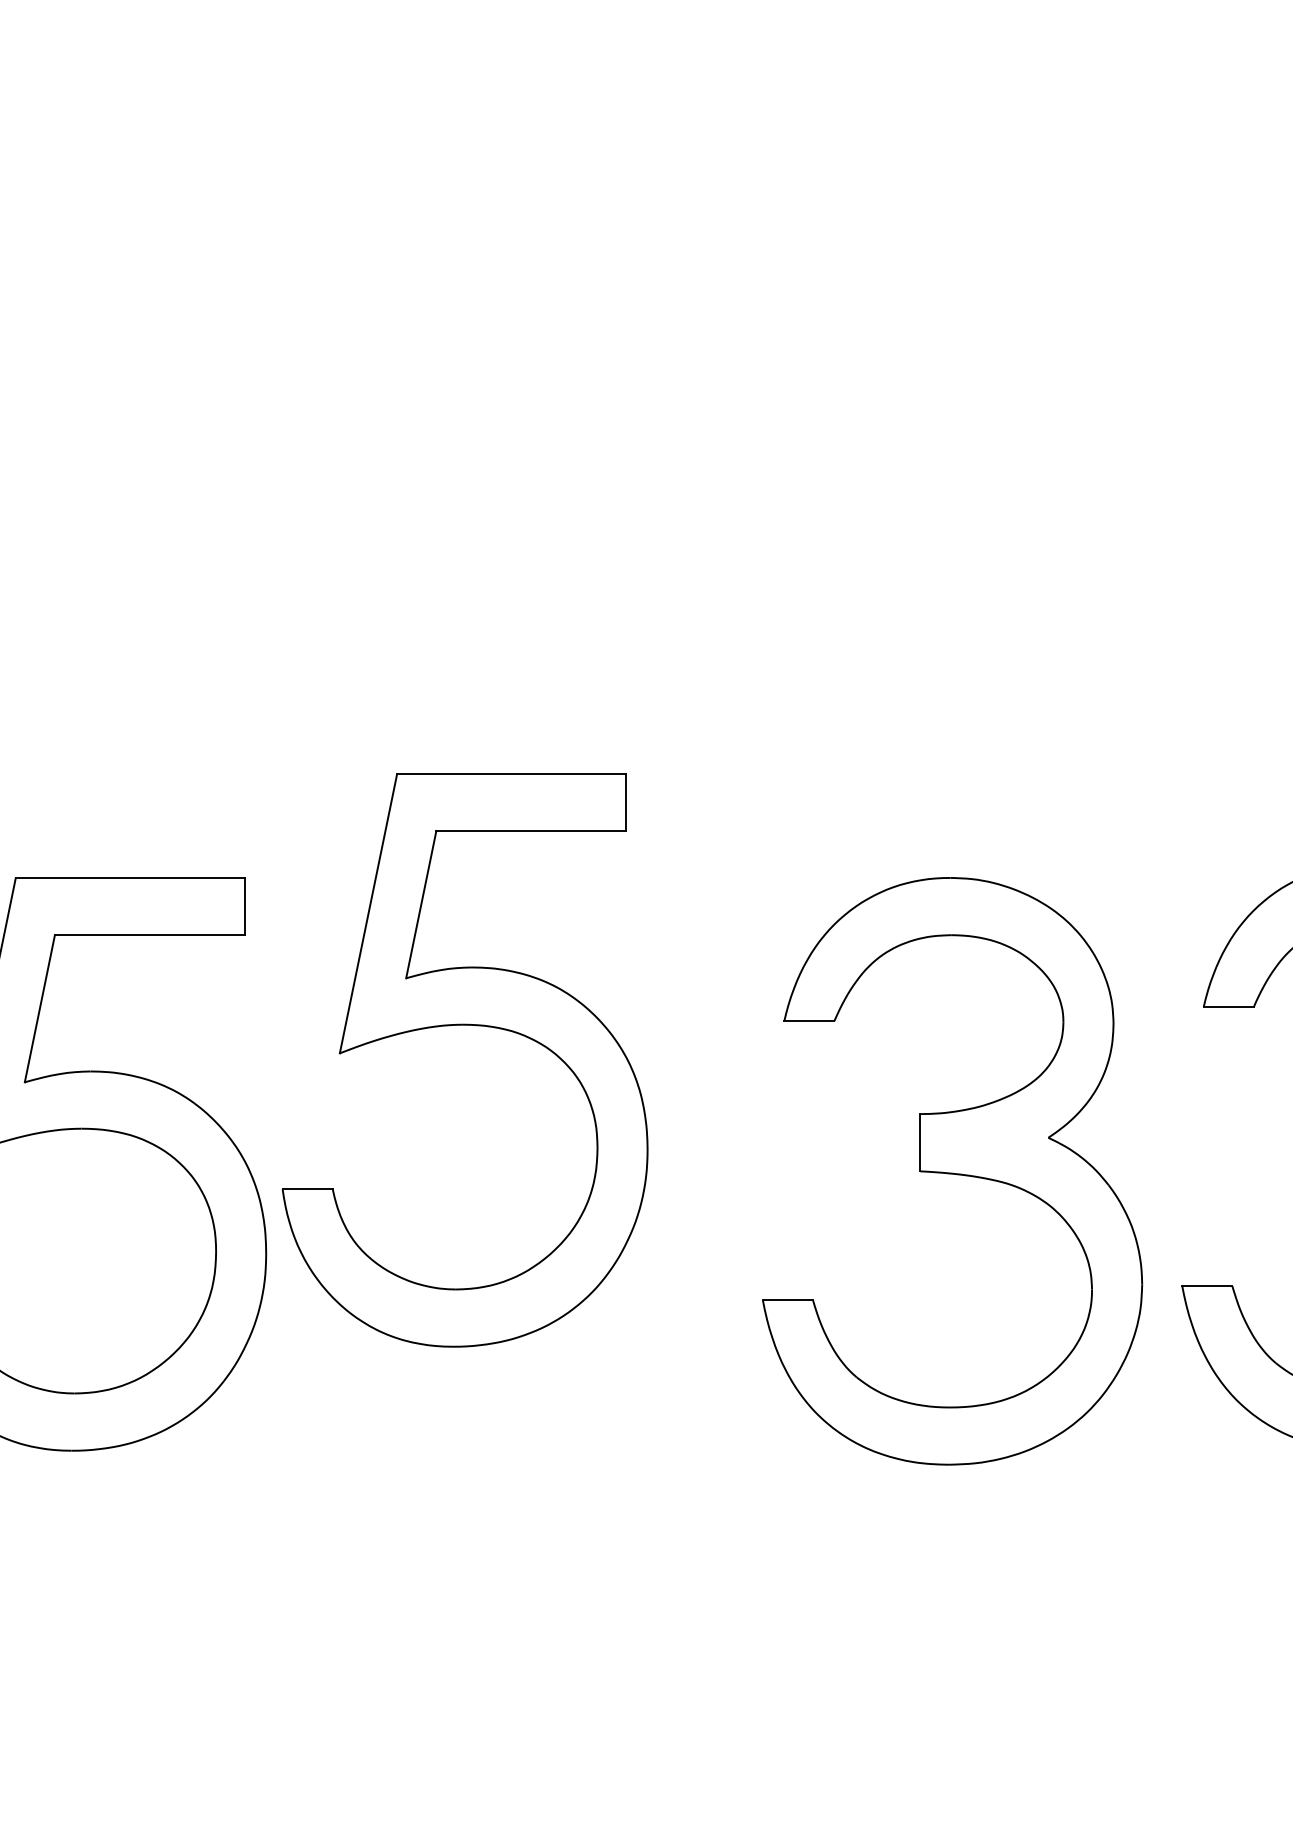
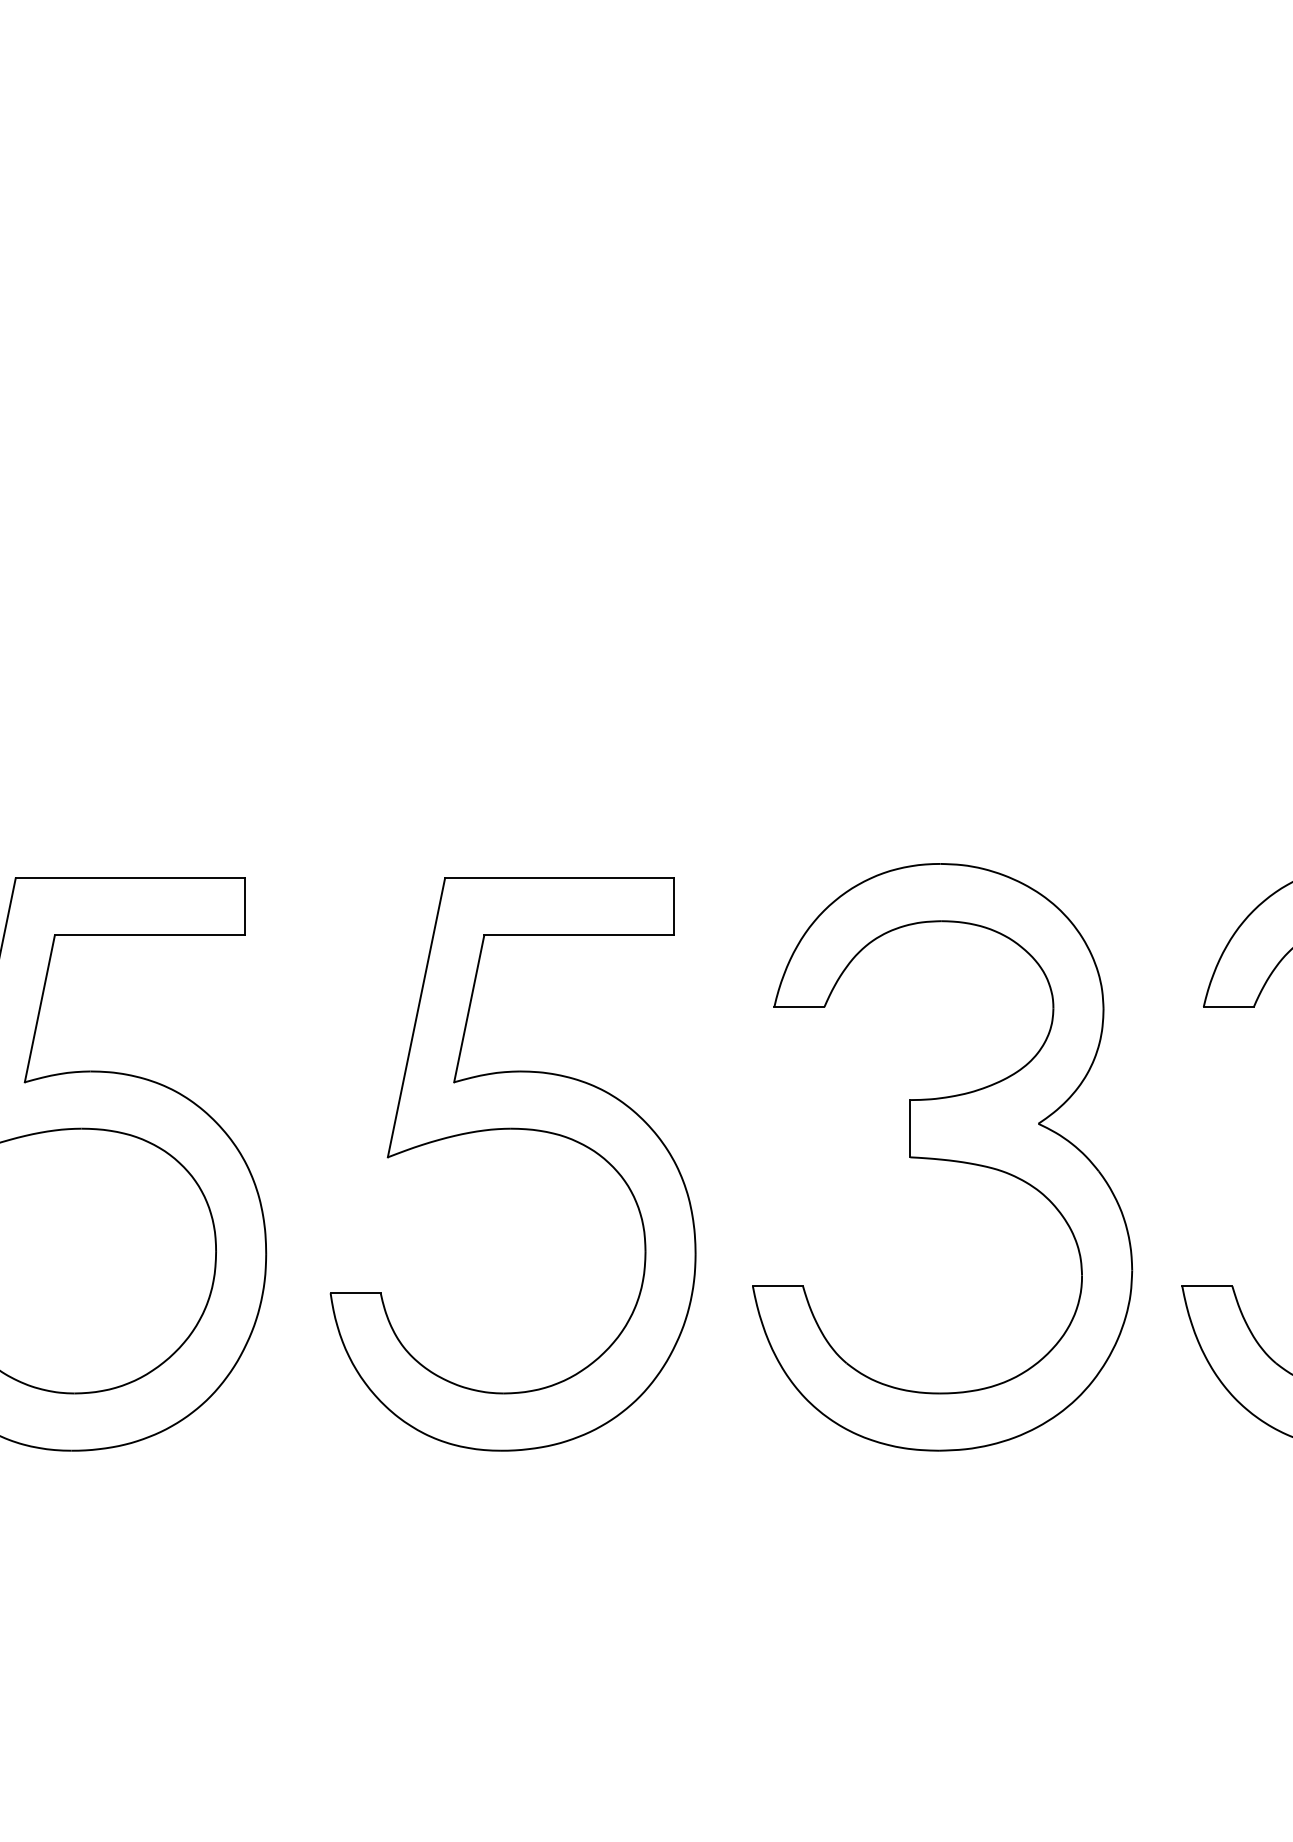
part at (464, 1025) position: (464, 1025) -> (512, 1129)
part at (952, 1171) position: (952, 1171) -> (942, 1157)
